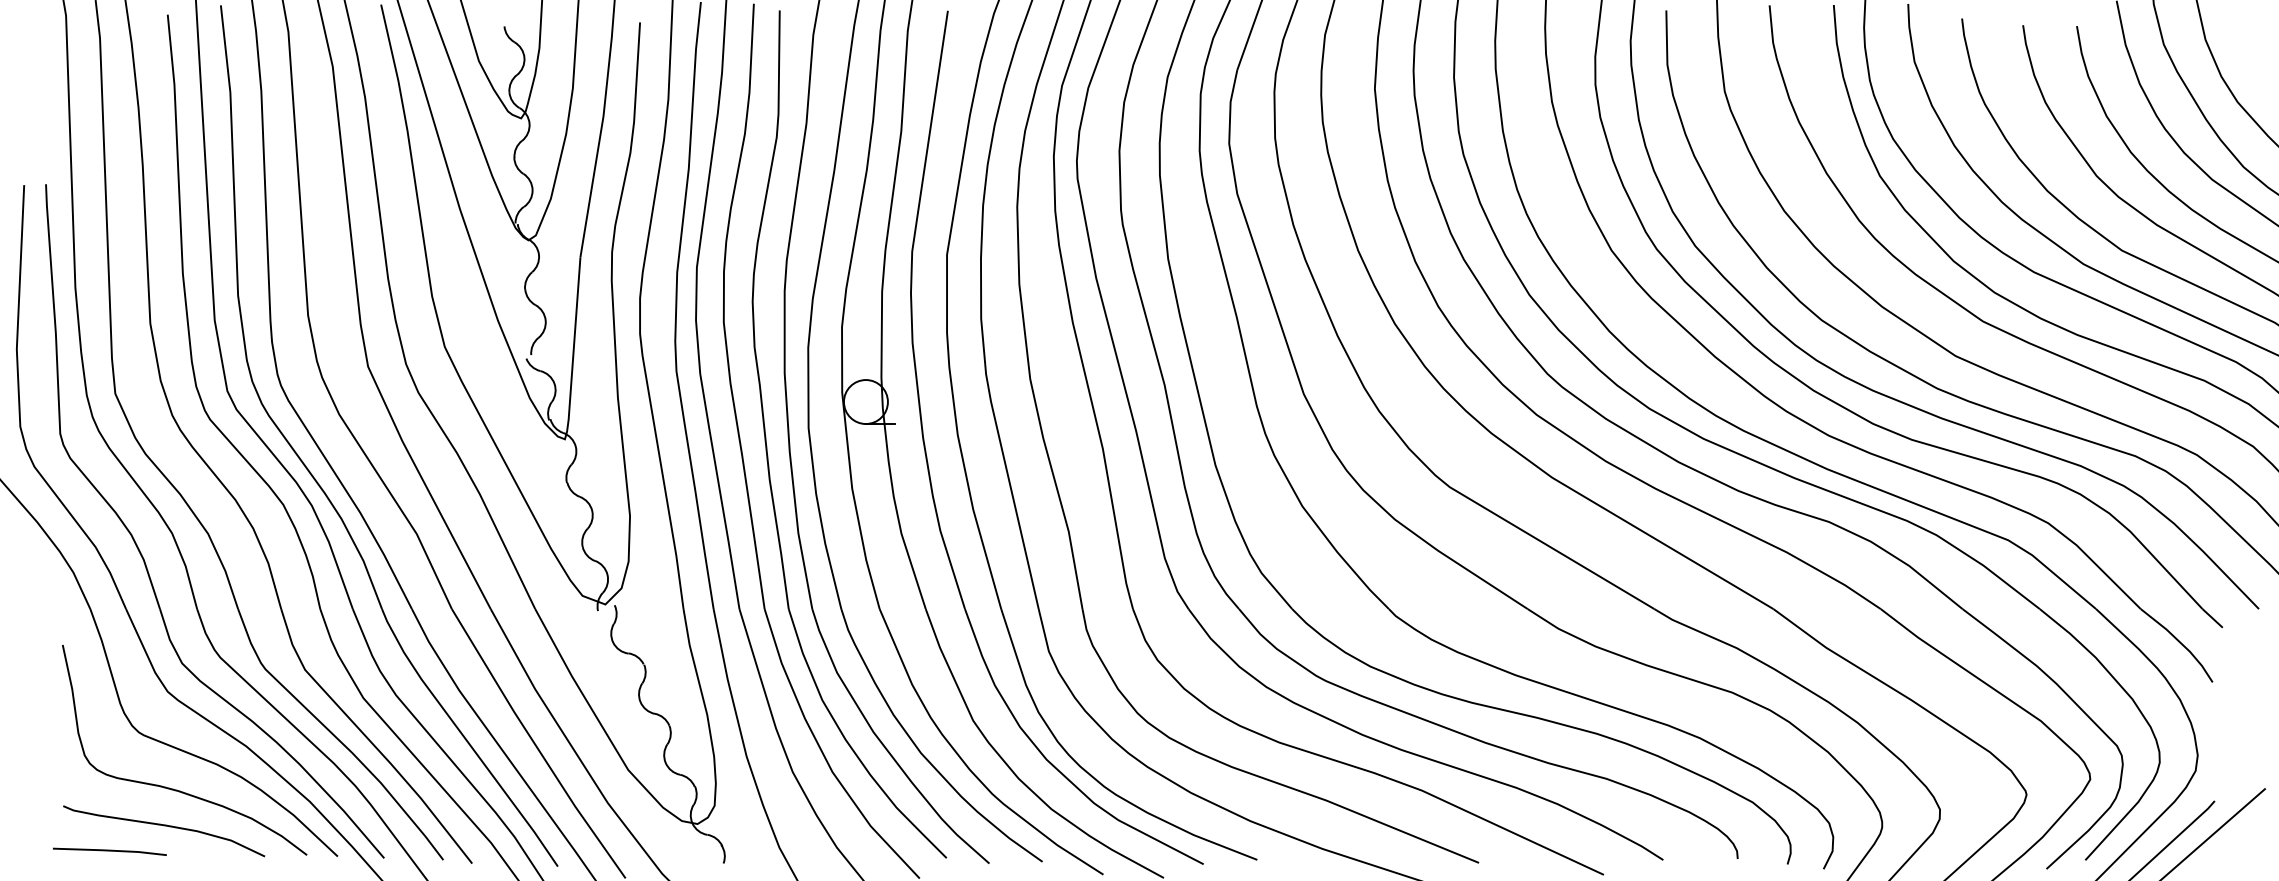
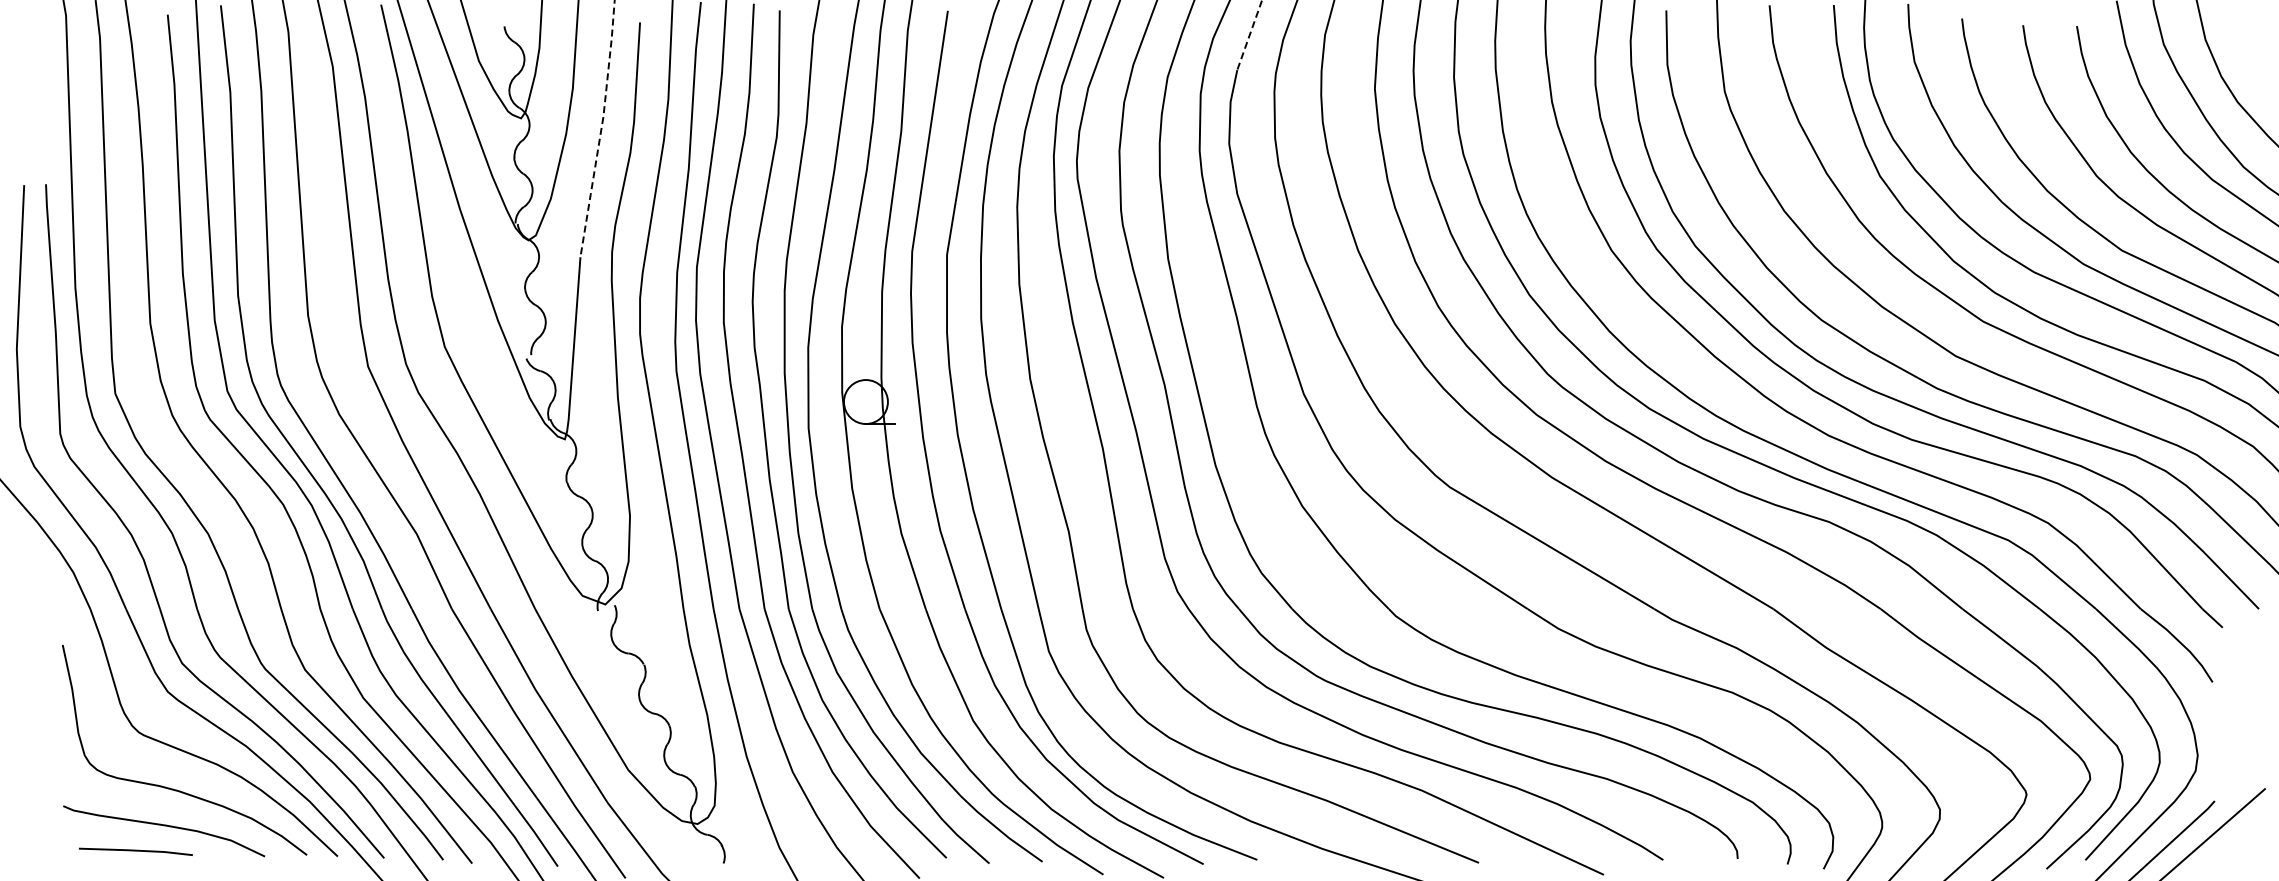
line at (1249, 35): solid -> dashed
line at (601, 128): solid -> dashed
line at (109, 851) position: (109, 851) -> (135, 851)
